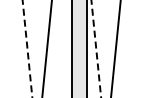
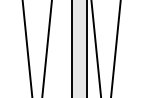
line at (27, 48): dashed -> solid
line at (96, 48): dashed -> solid
